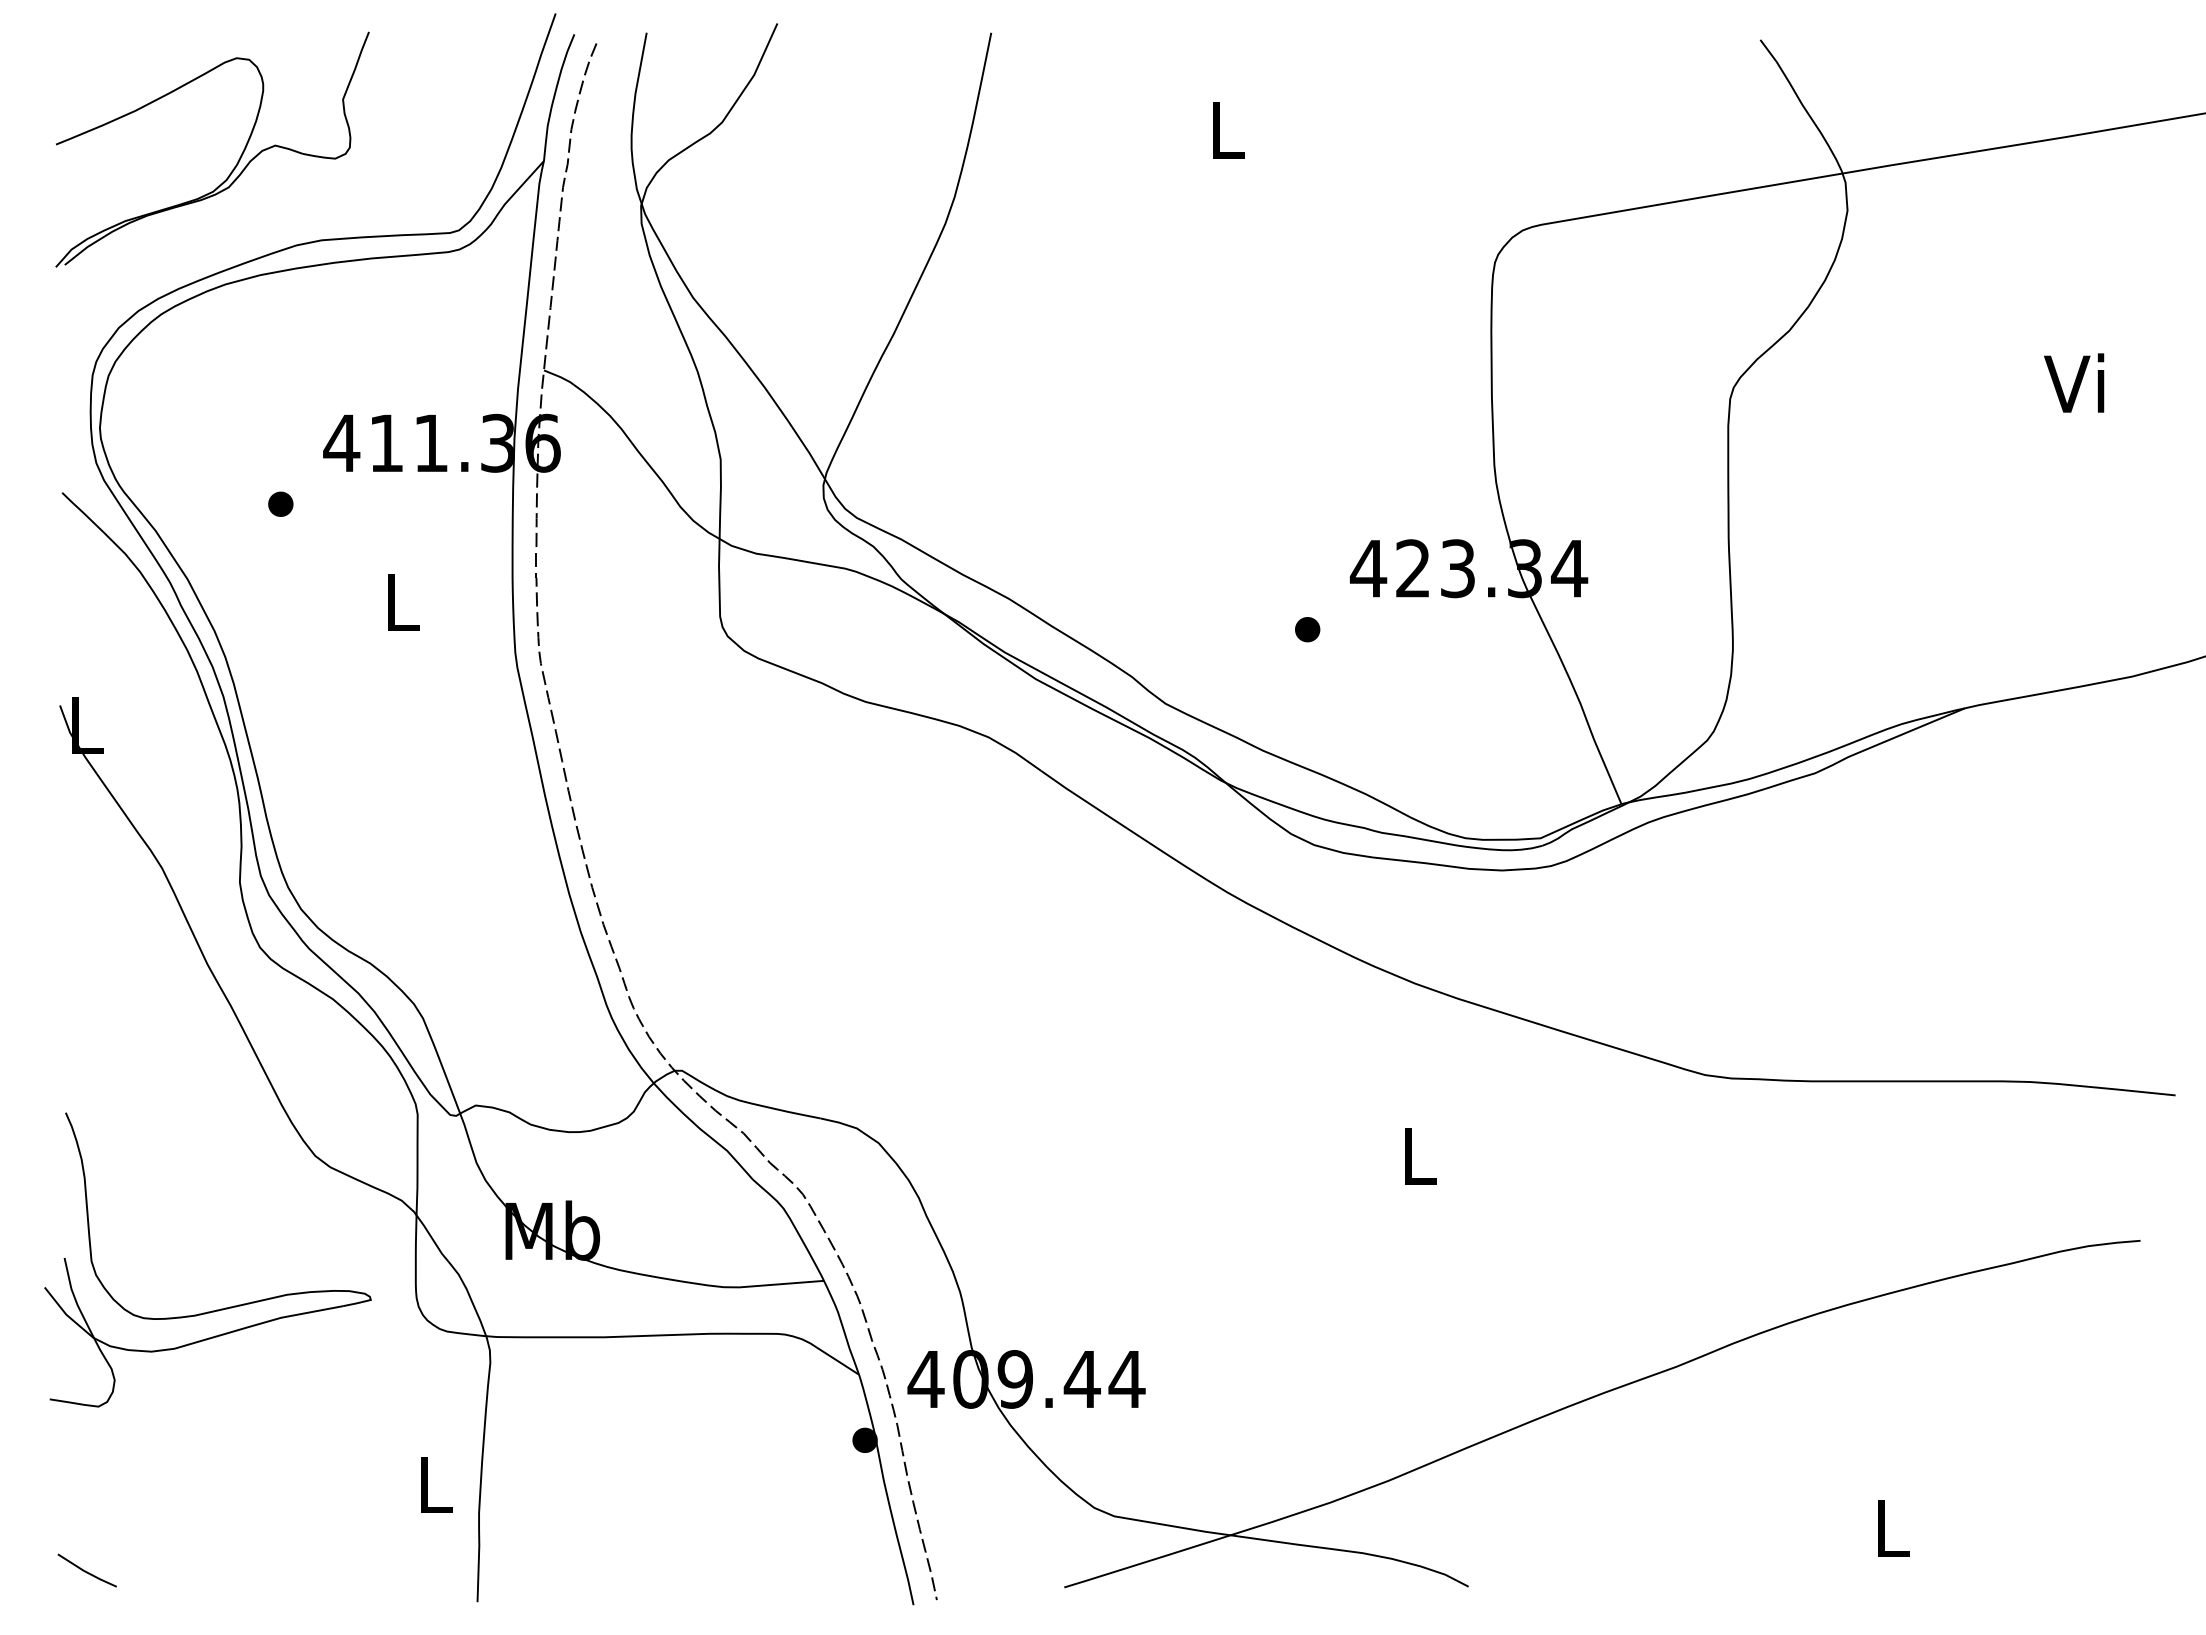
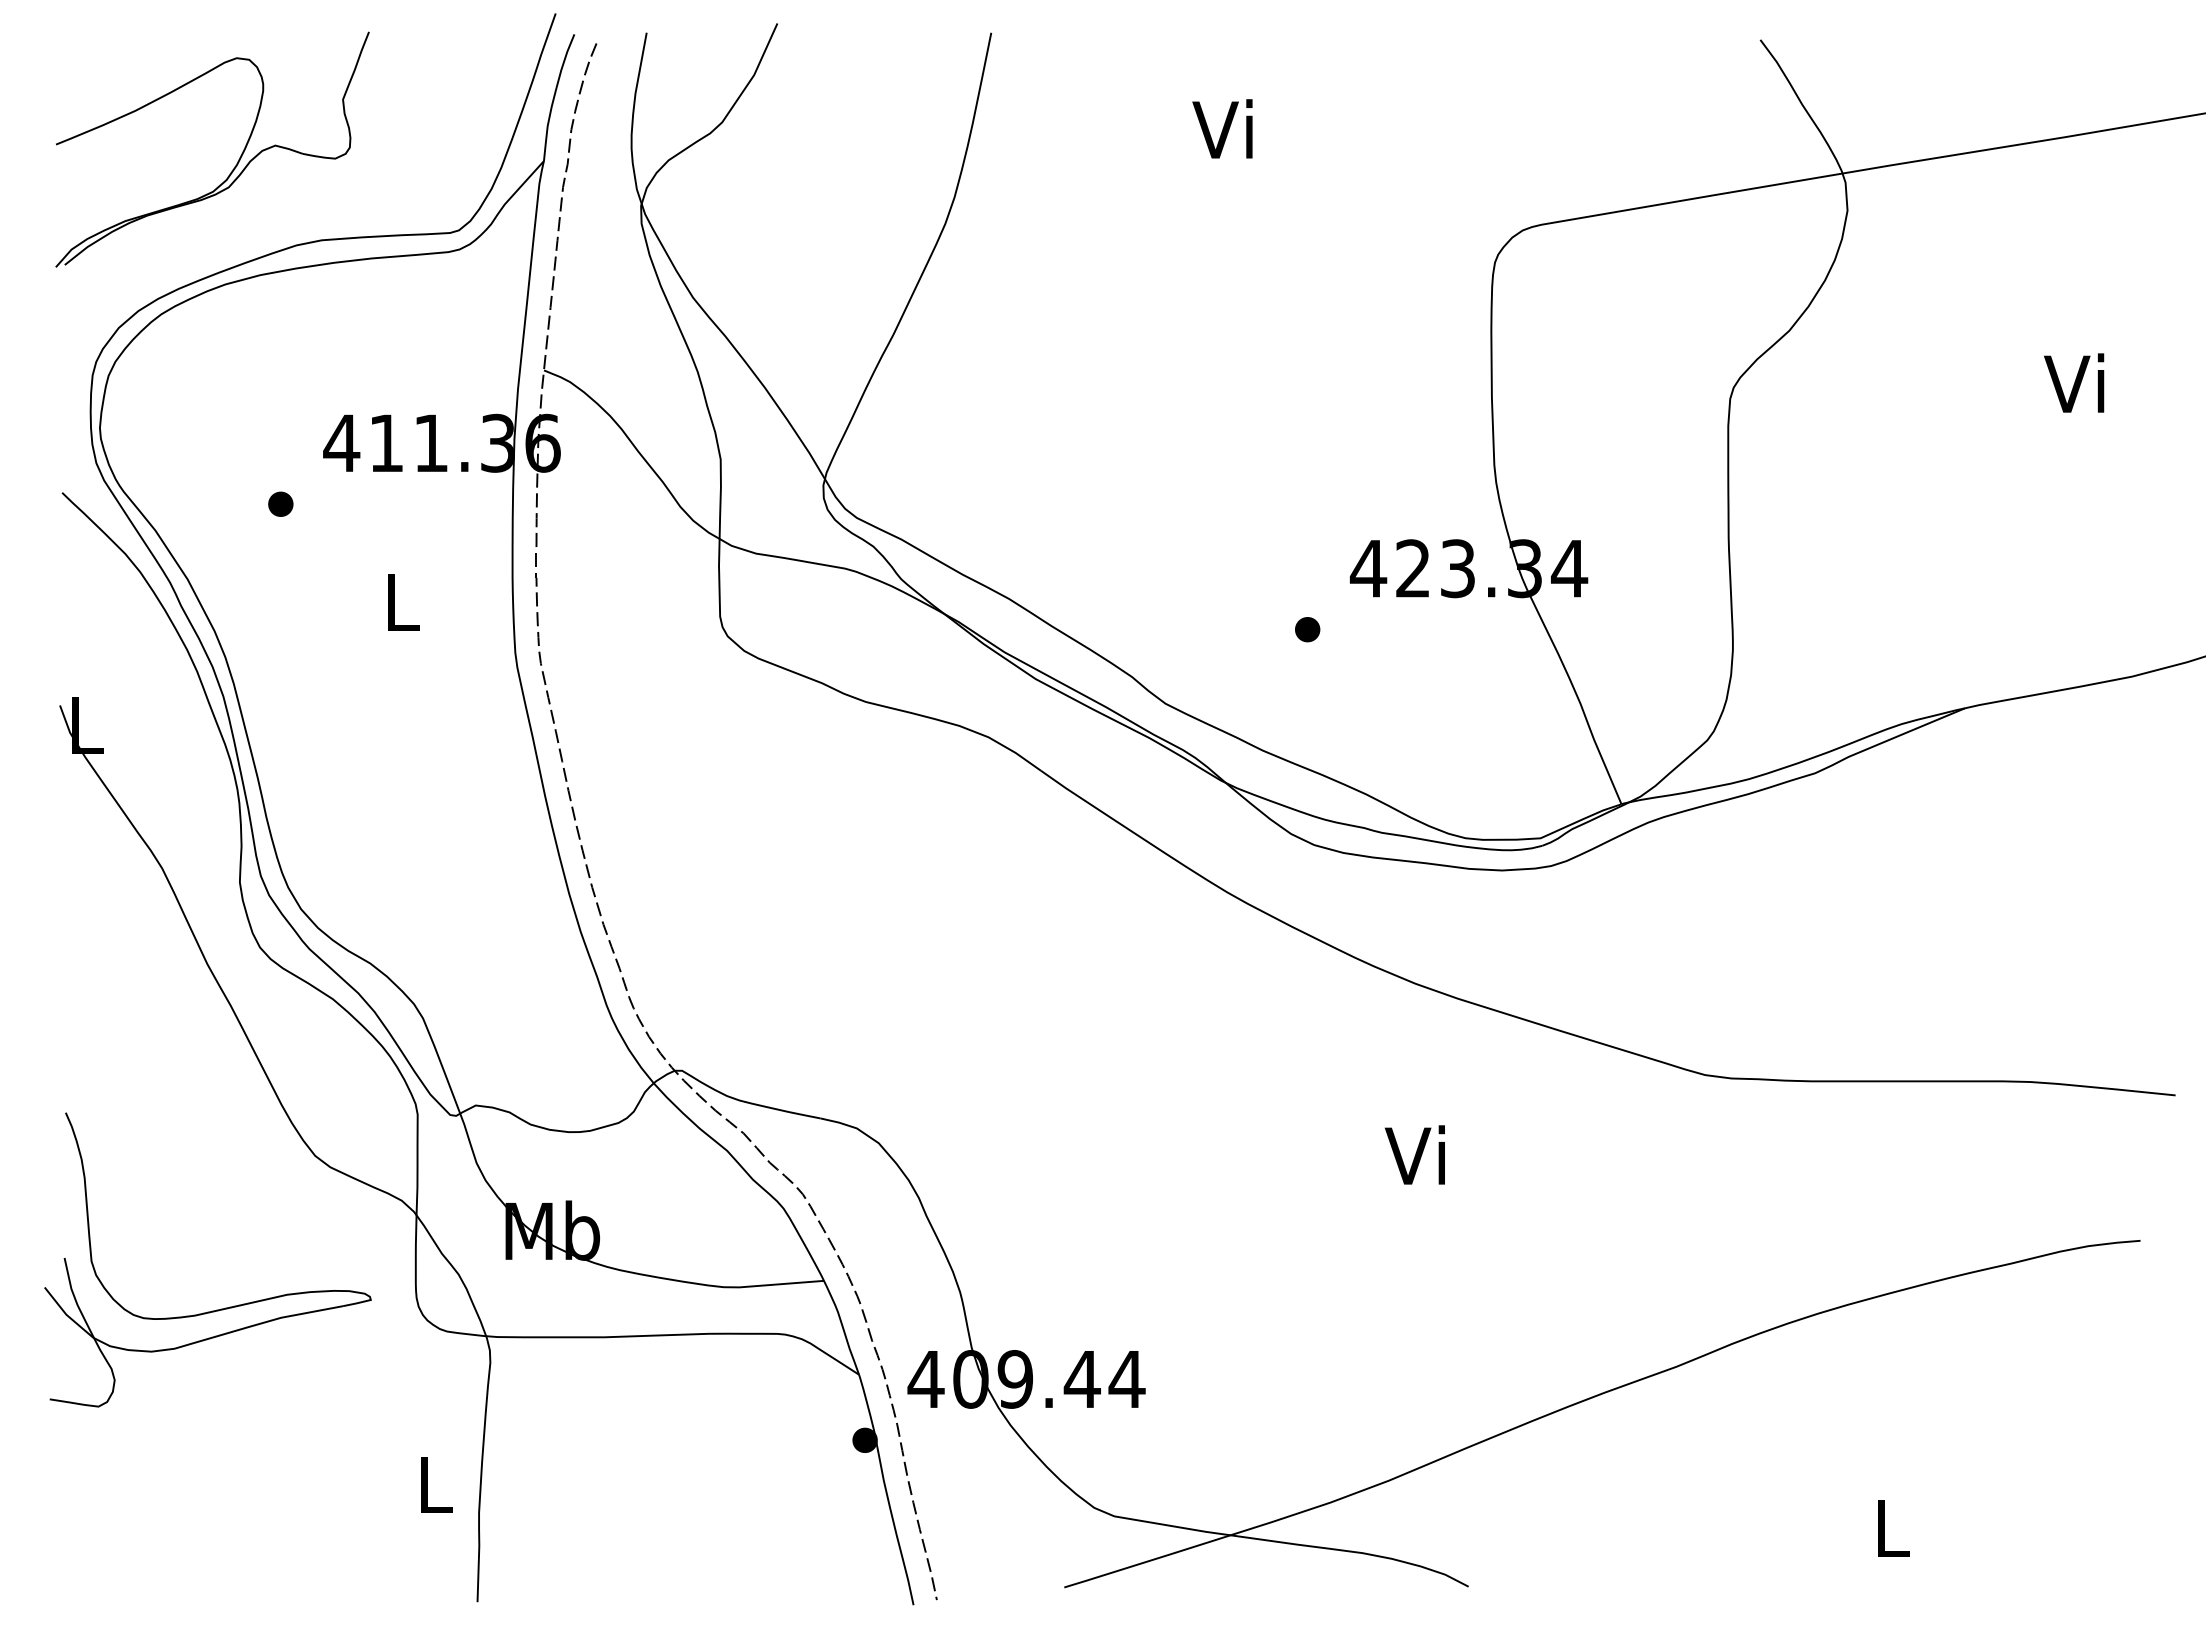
text at (1222, 128): L -> Vi
text at (1414, 1154): L -> Vi
line at (85, 1570): present -> none
